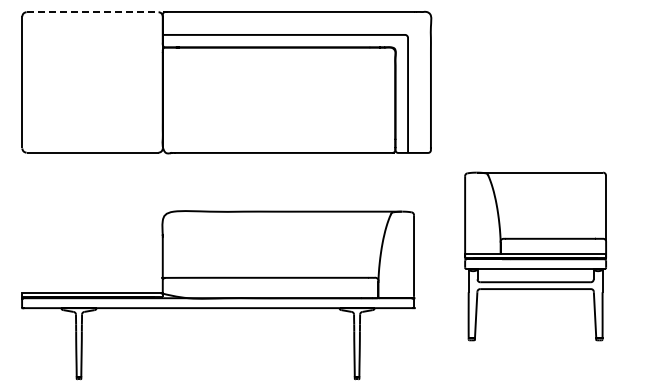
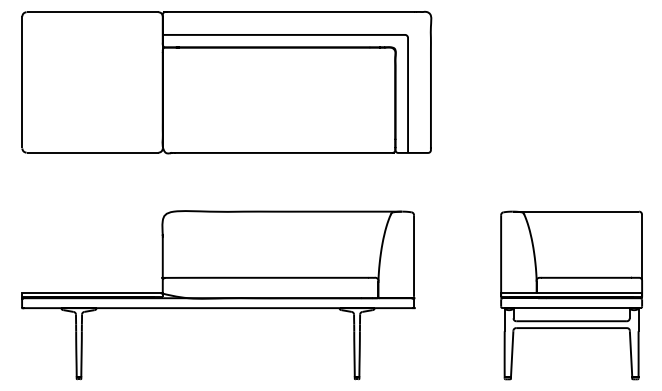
line at (92, 12): dashed -> solid
part at (535, 256) position: (535, 256) -> (571, 295)
